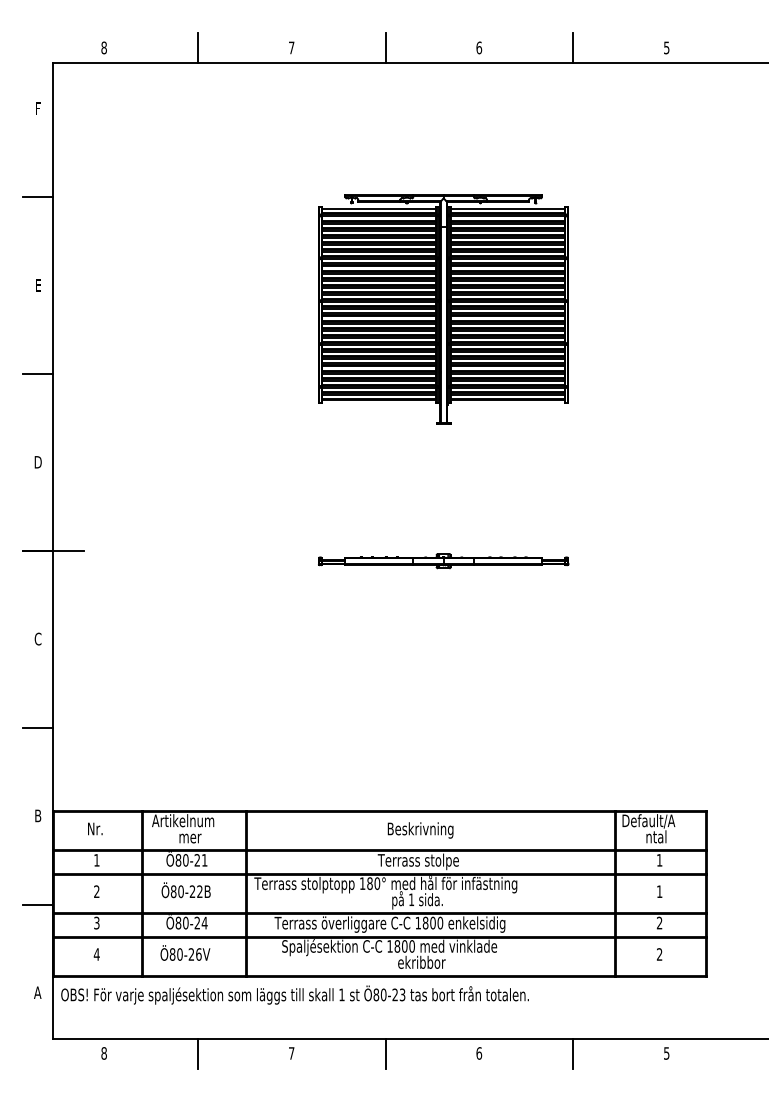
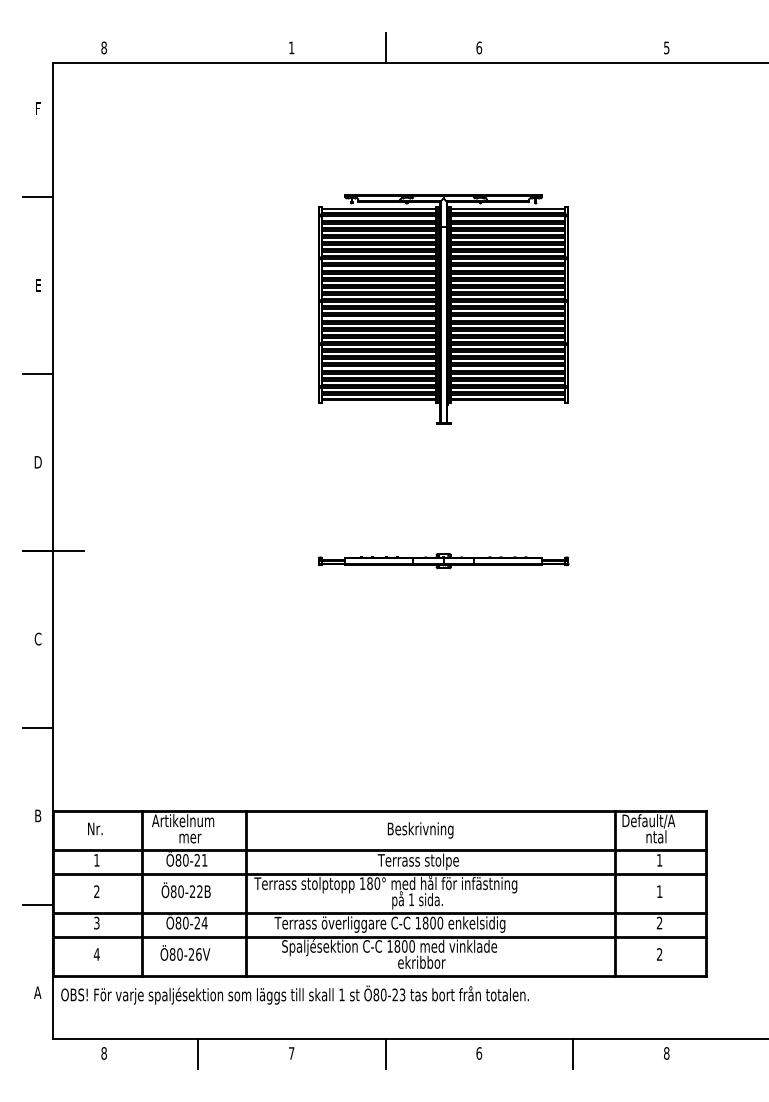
text at (291, 47): 7 -> 1
line at (198, 48): present -> none
line at (573, 48): present -> none
text at (666, 1053): 5 -> 8
